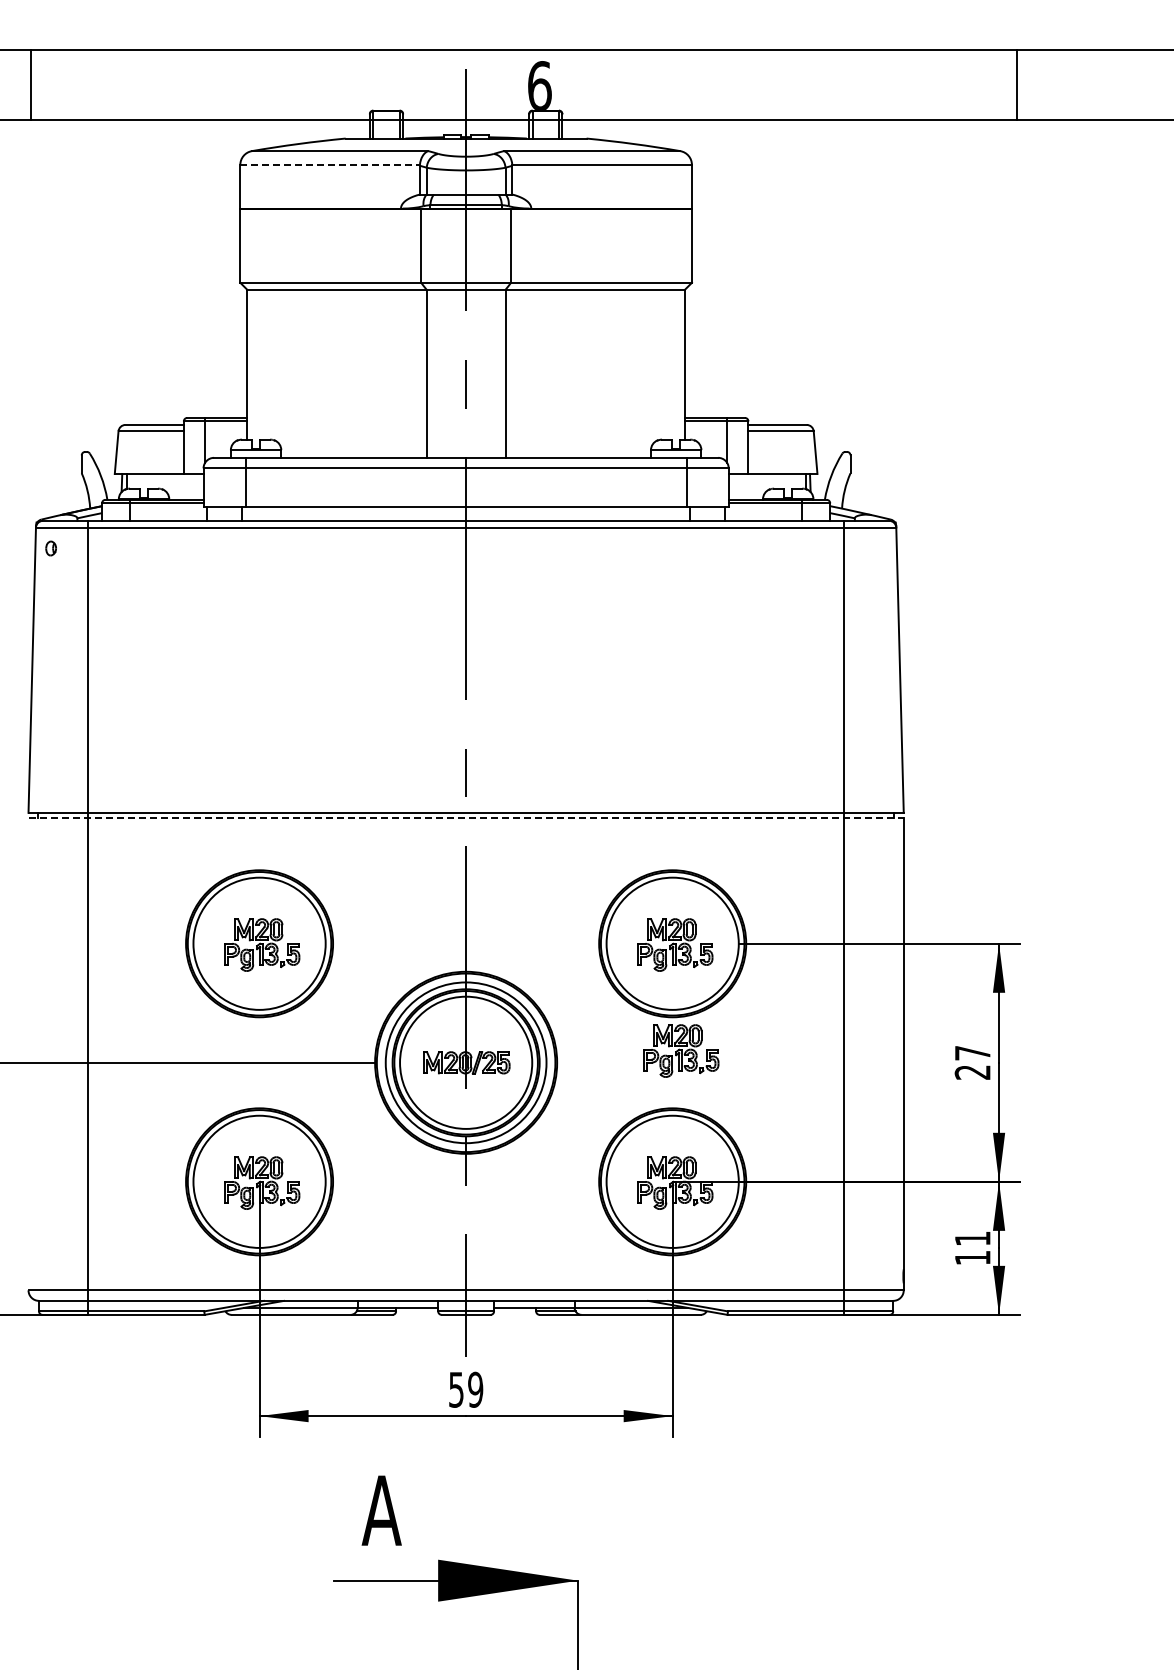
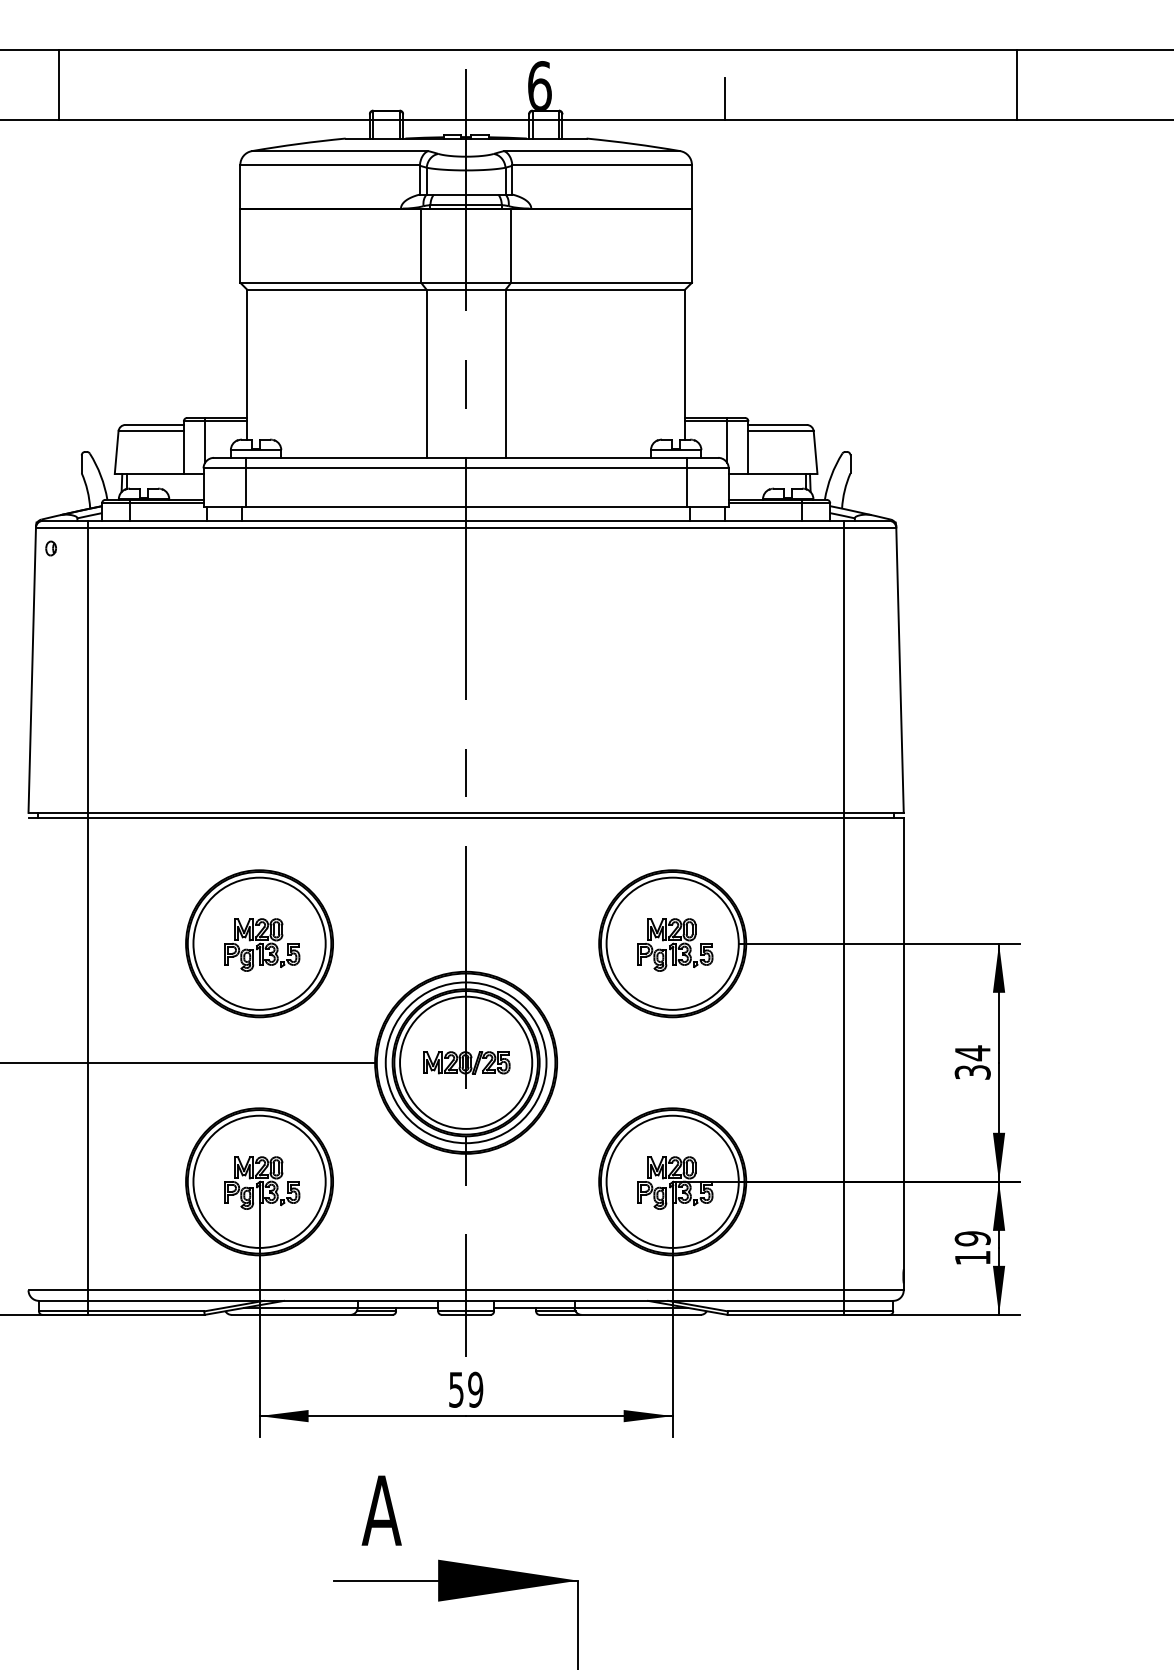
line at (31, 85) position: (31, 85) -> (59, 85)
line at (724, 99): none -> present
line at (330, 164): dashed -> solid
line at (466, 817): dashed -> solid
part at (681, 1050): present -> none
text at (972, 1062): 27 -> 34
text at (972, 1238): 11 -> 19
